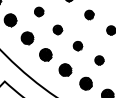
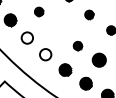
part at (57, 29): present -> none
hatch at (26, 37): present -> none
hatch at (45, 54): present -> none
part at (99, 60) size: 11x11 px -> 16x16 px
